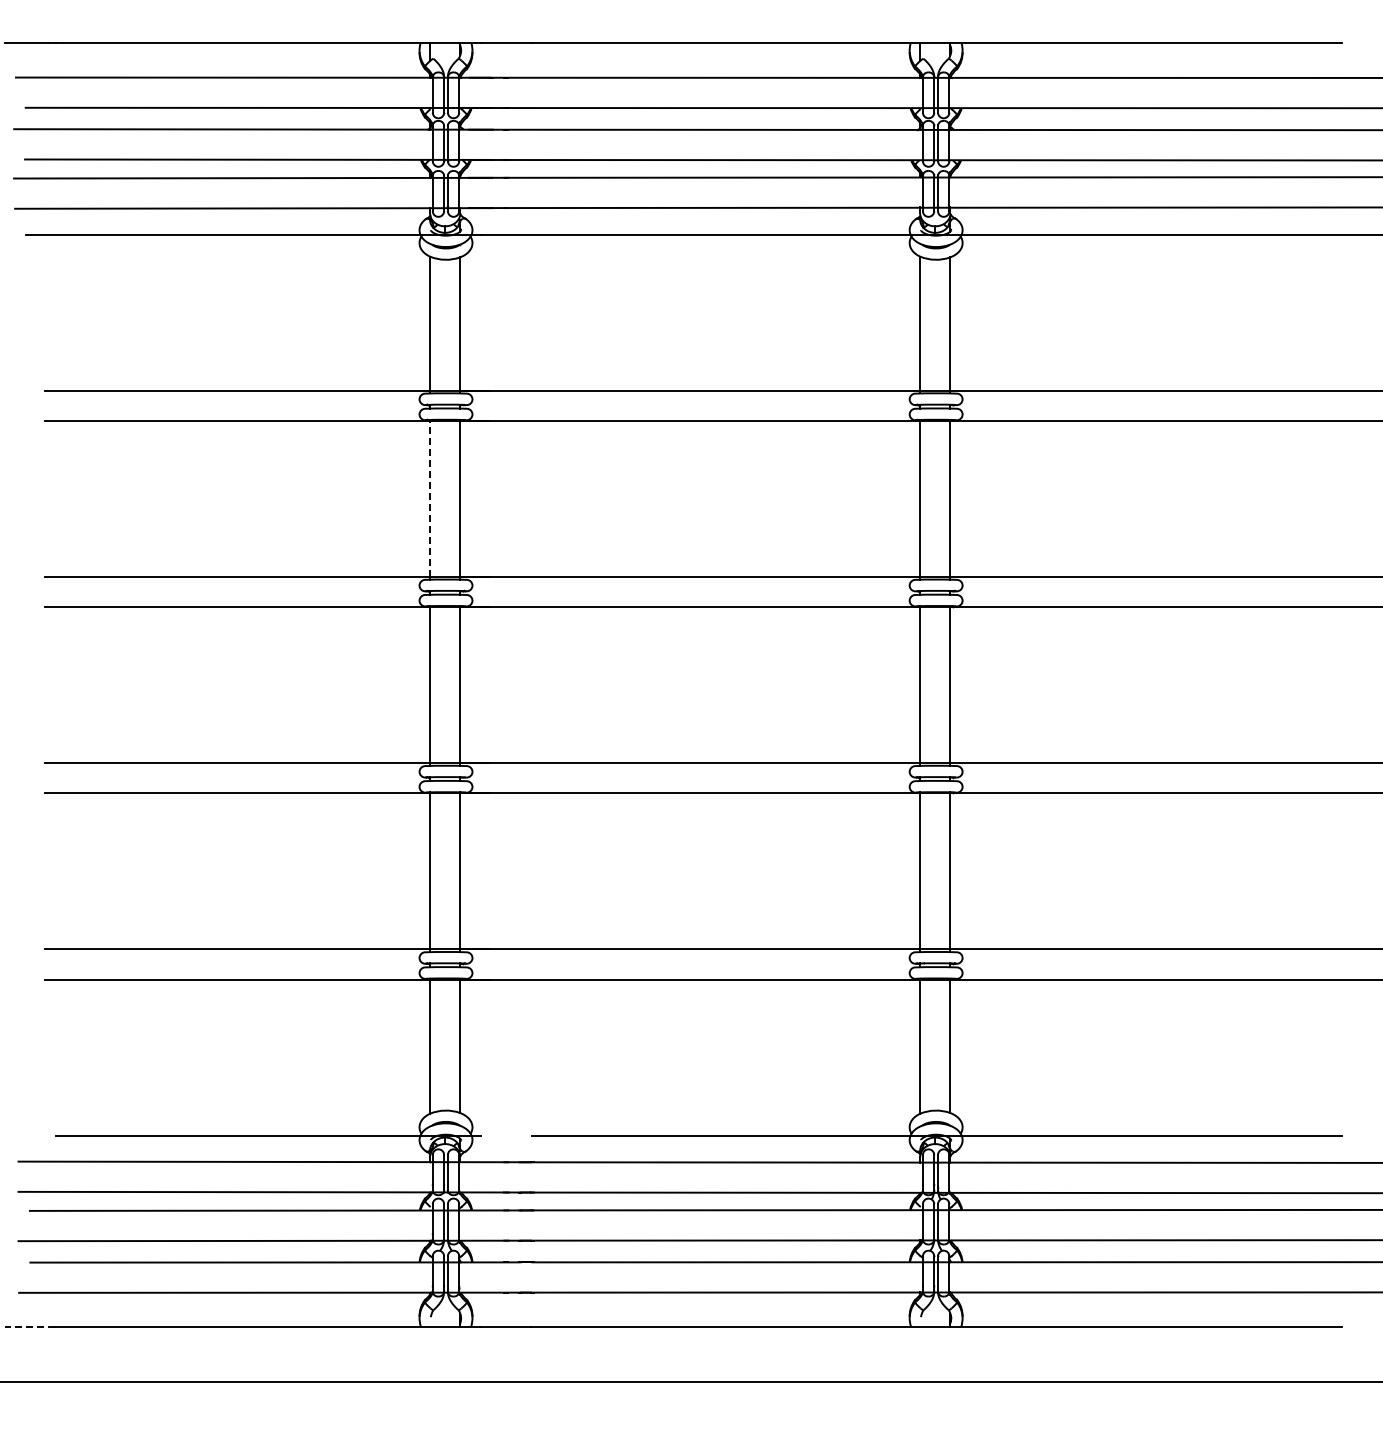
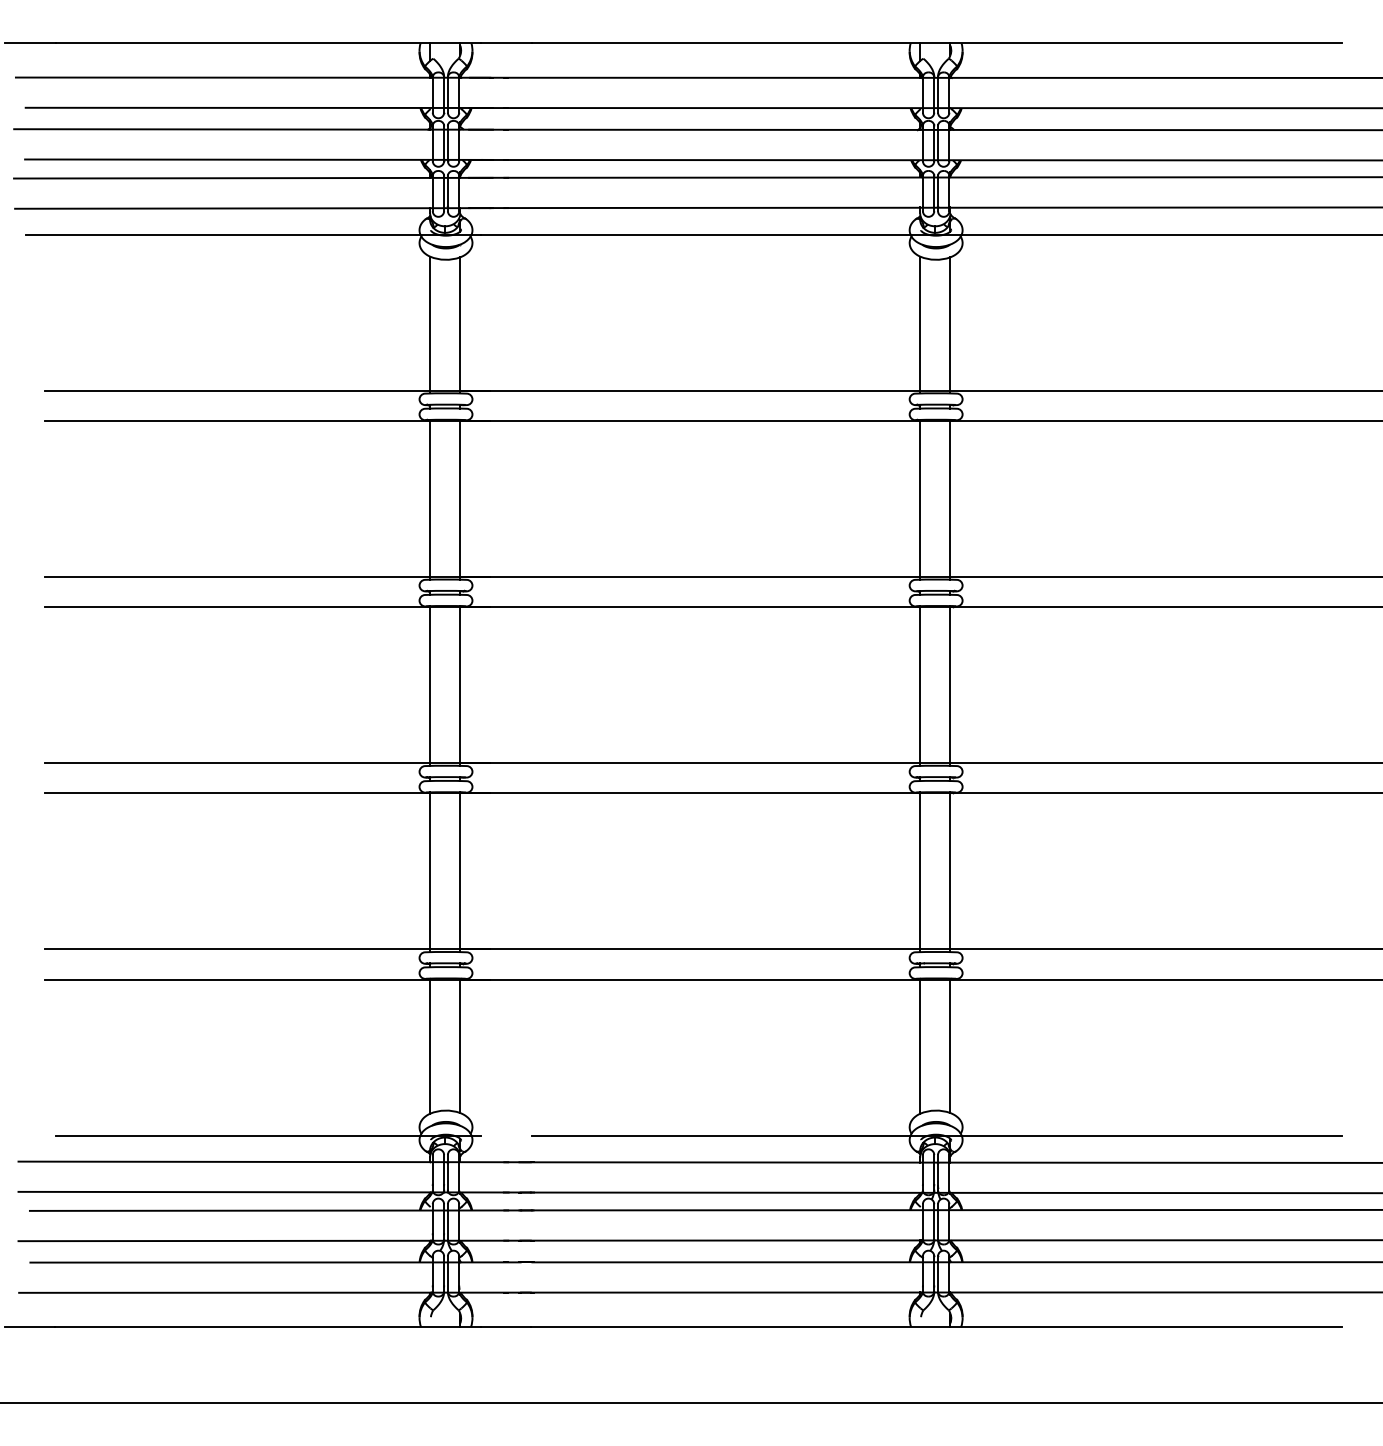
line at (430, 498): dashed -> solid
line at (29, 1327): dashed -> solid
line at (690, 1381) position: (690, 1381) -> (690, 1402)
